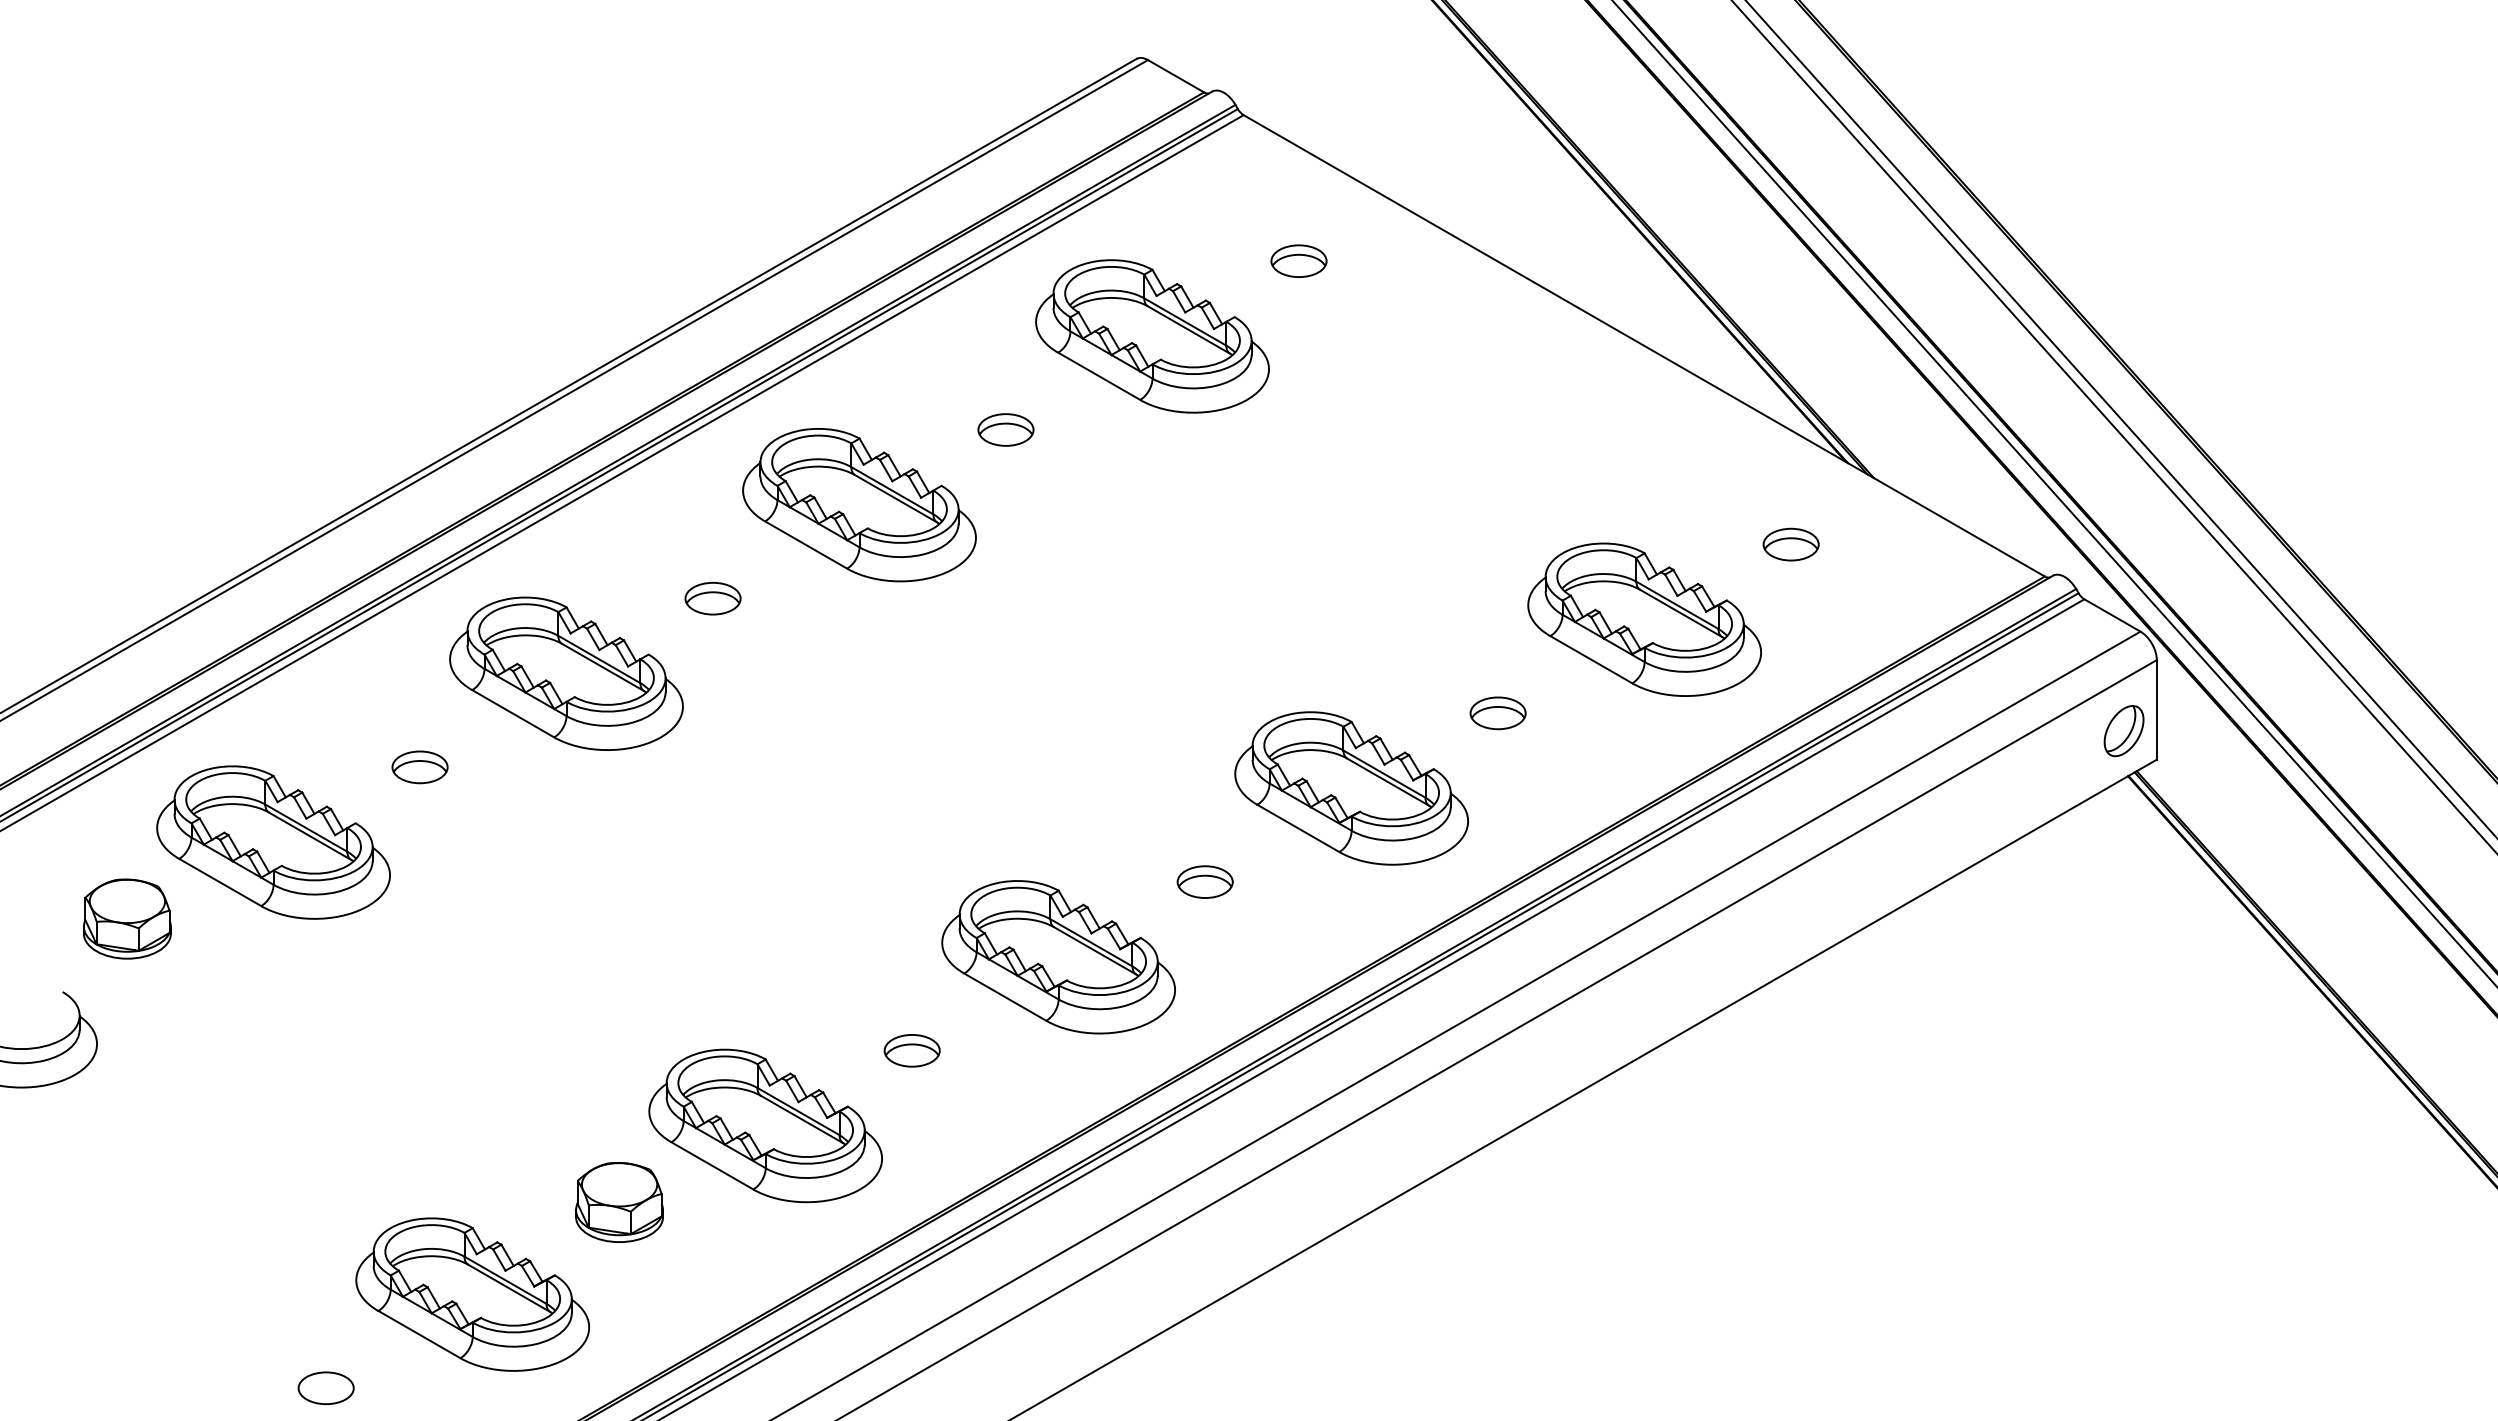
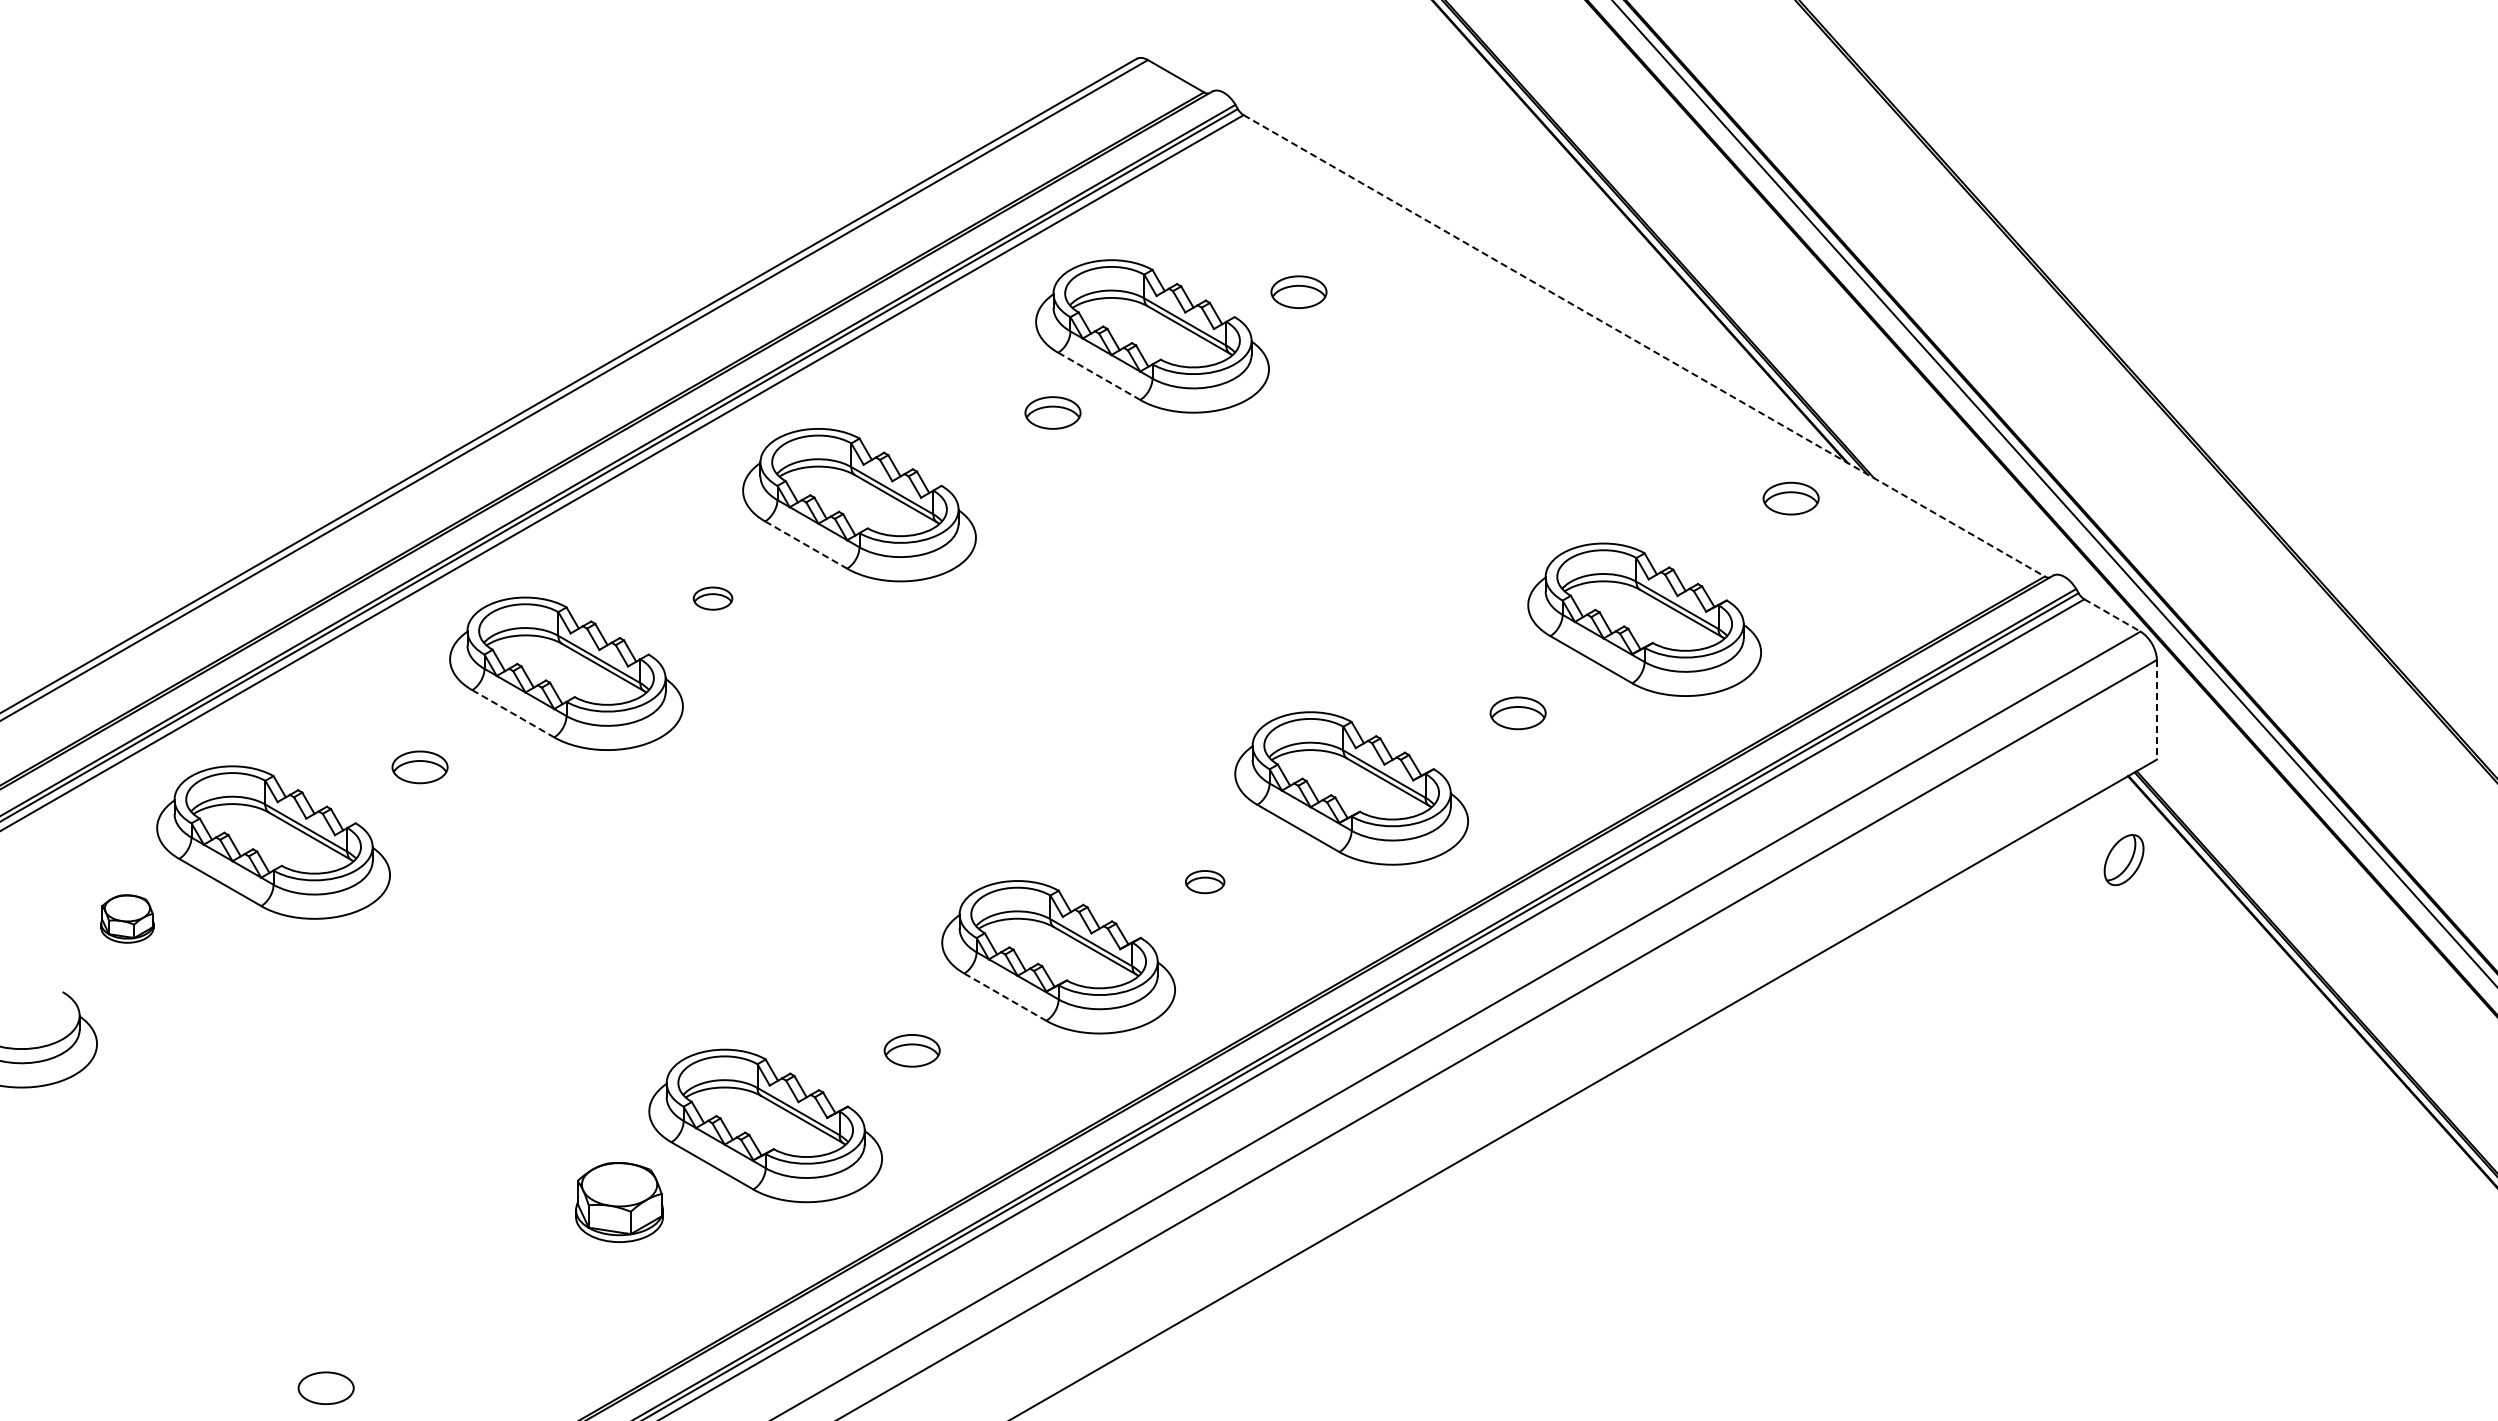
part at (1298, 260) position: (1298, 260) -> (1298, 291)
line at (1644, 346): solid -> dashed
line at (1099, 376): solid -> dashed
line at (2120, 418): present -> none
line at (2113, 426): present -> none
part at (1005, 429) position: (1005, 429) -> (1052, 412)
part at (1790, 544) position: (1790, 544) -> (1790, 498)
line at (806, 545): solid -> dashed
part at (712, 598) size: 58x35 px -> 42x25 px
line at (2112, 615): solid -> dashed
line at (2156, 709): solid -> dashed
part at (1497, 713) position: (1497, 713) -> (1517, 713)
line at (513, 714): solid -> dashed
part at (2123, 731) position: (2123, 731) -> (2123, 860)
part at (1204, 881) size: 58x34 px -> 41x25 px
part at (127, 918) size: 89x82 px -> 55x50 px
line at (1005, 997): solid -> dashed
part at (472, 1294): present -> none
